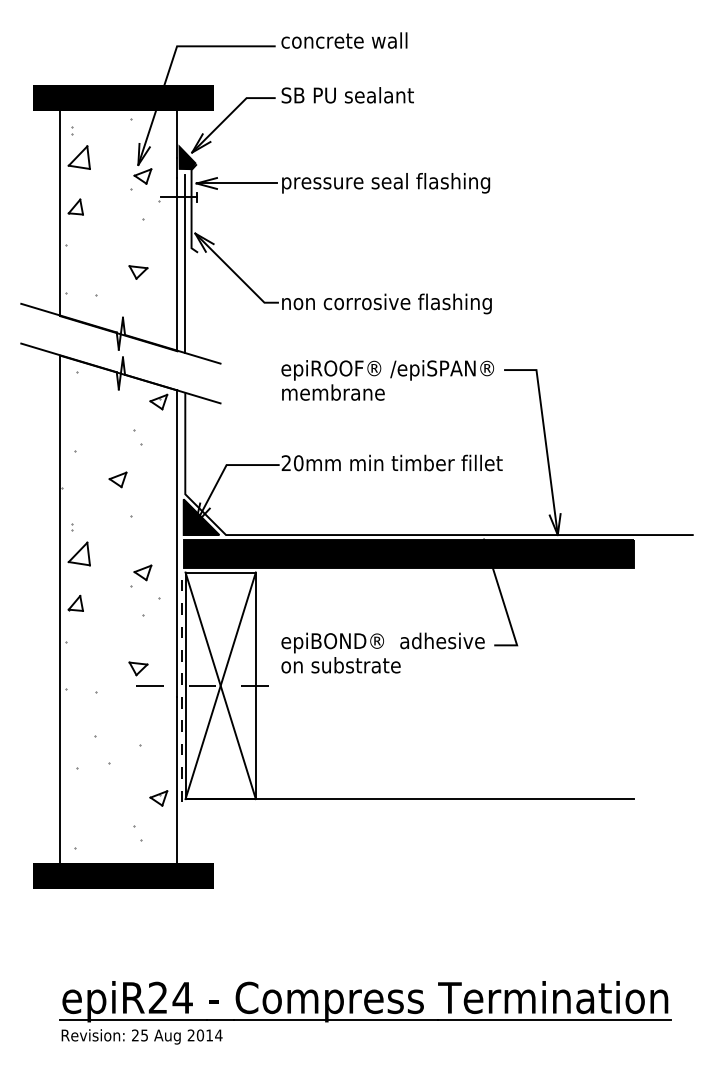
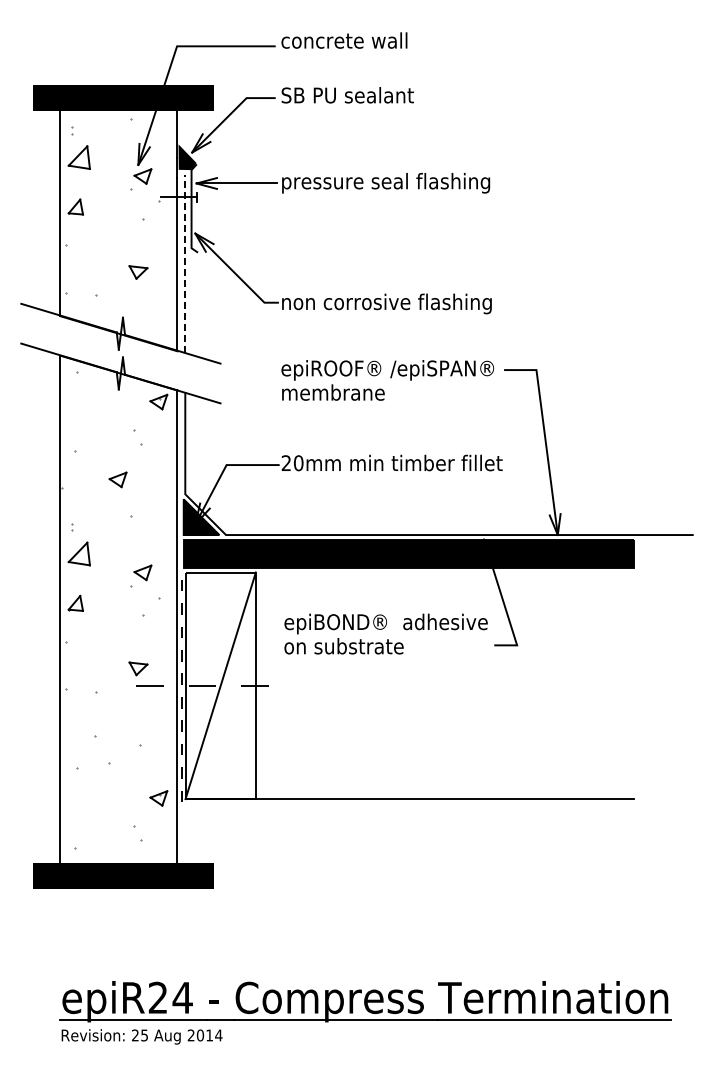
line at (185, 263): solid -> dashed
text at (382, 652) position: (382, 652) -> (385, 633)
line at (220, 685): present -> none
